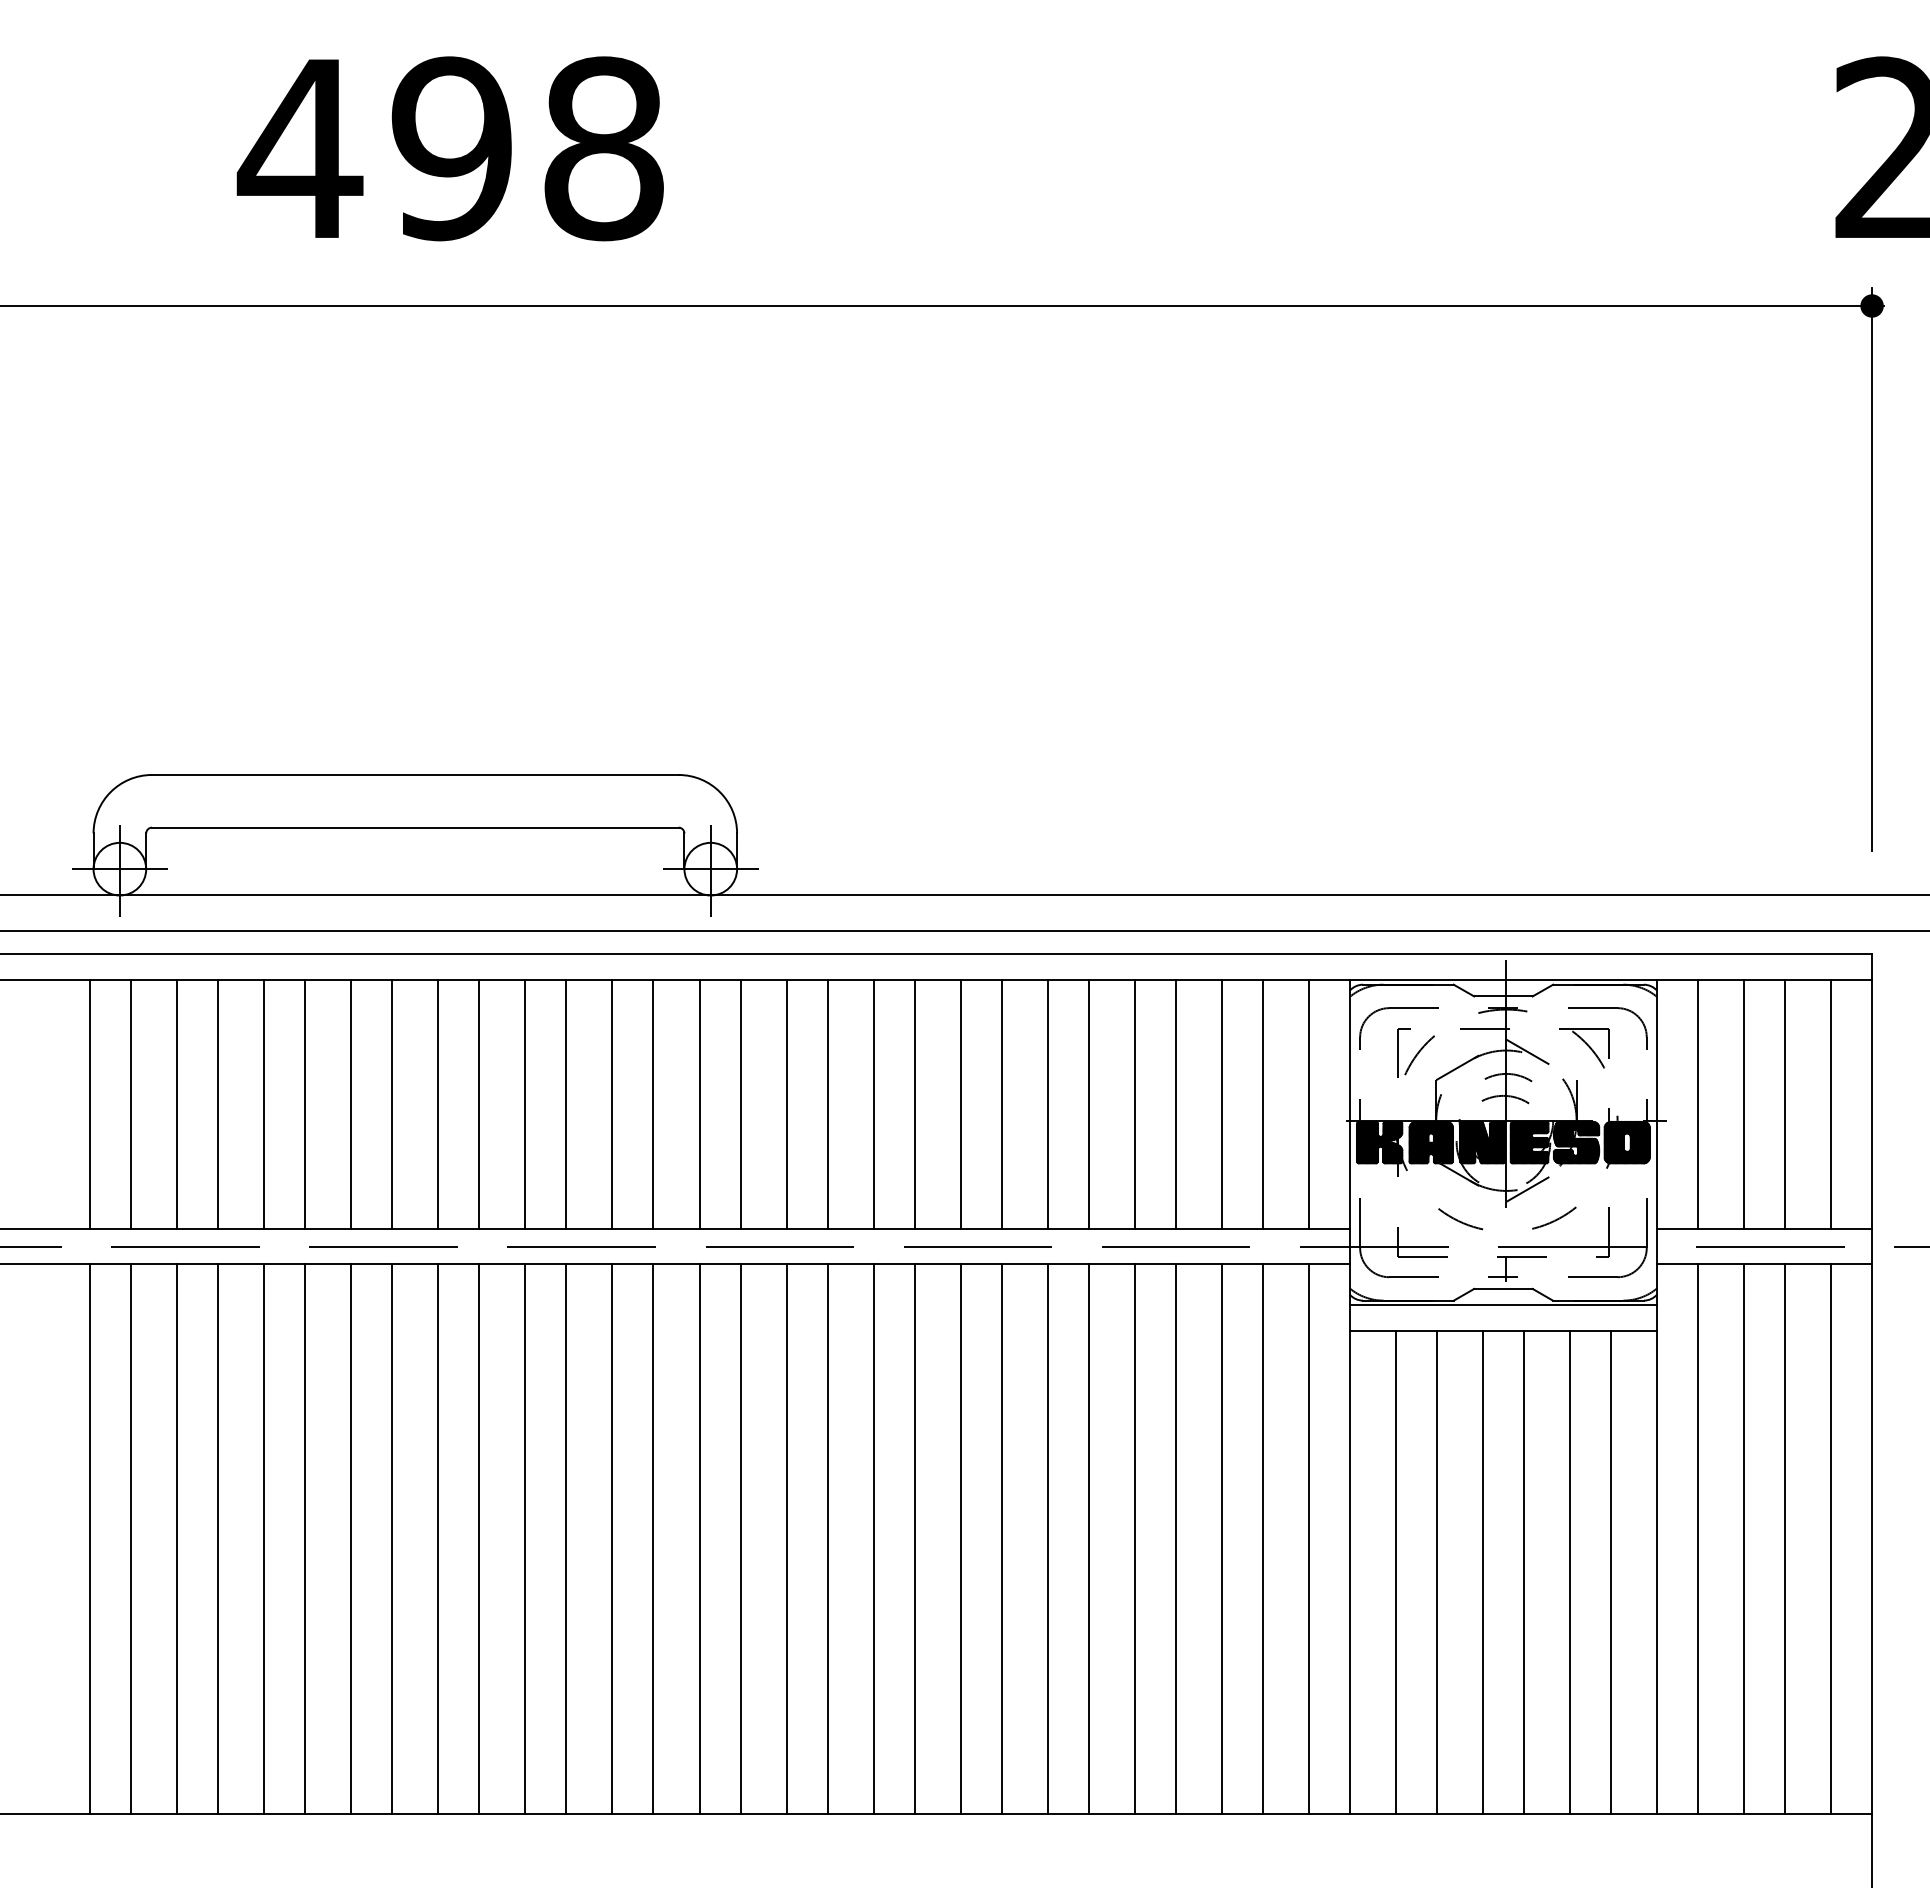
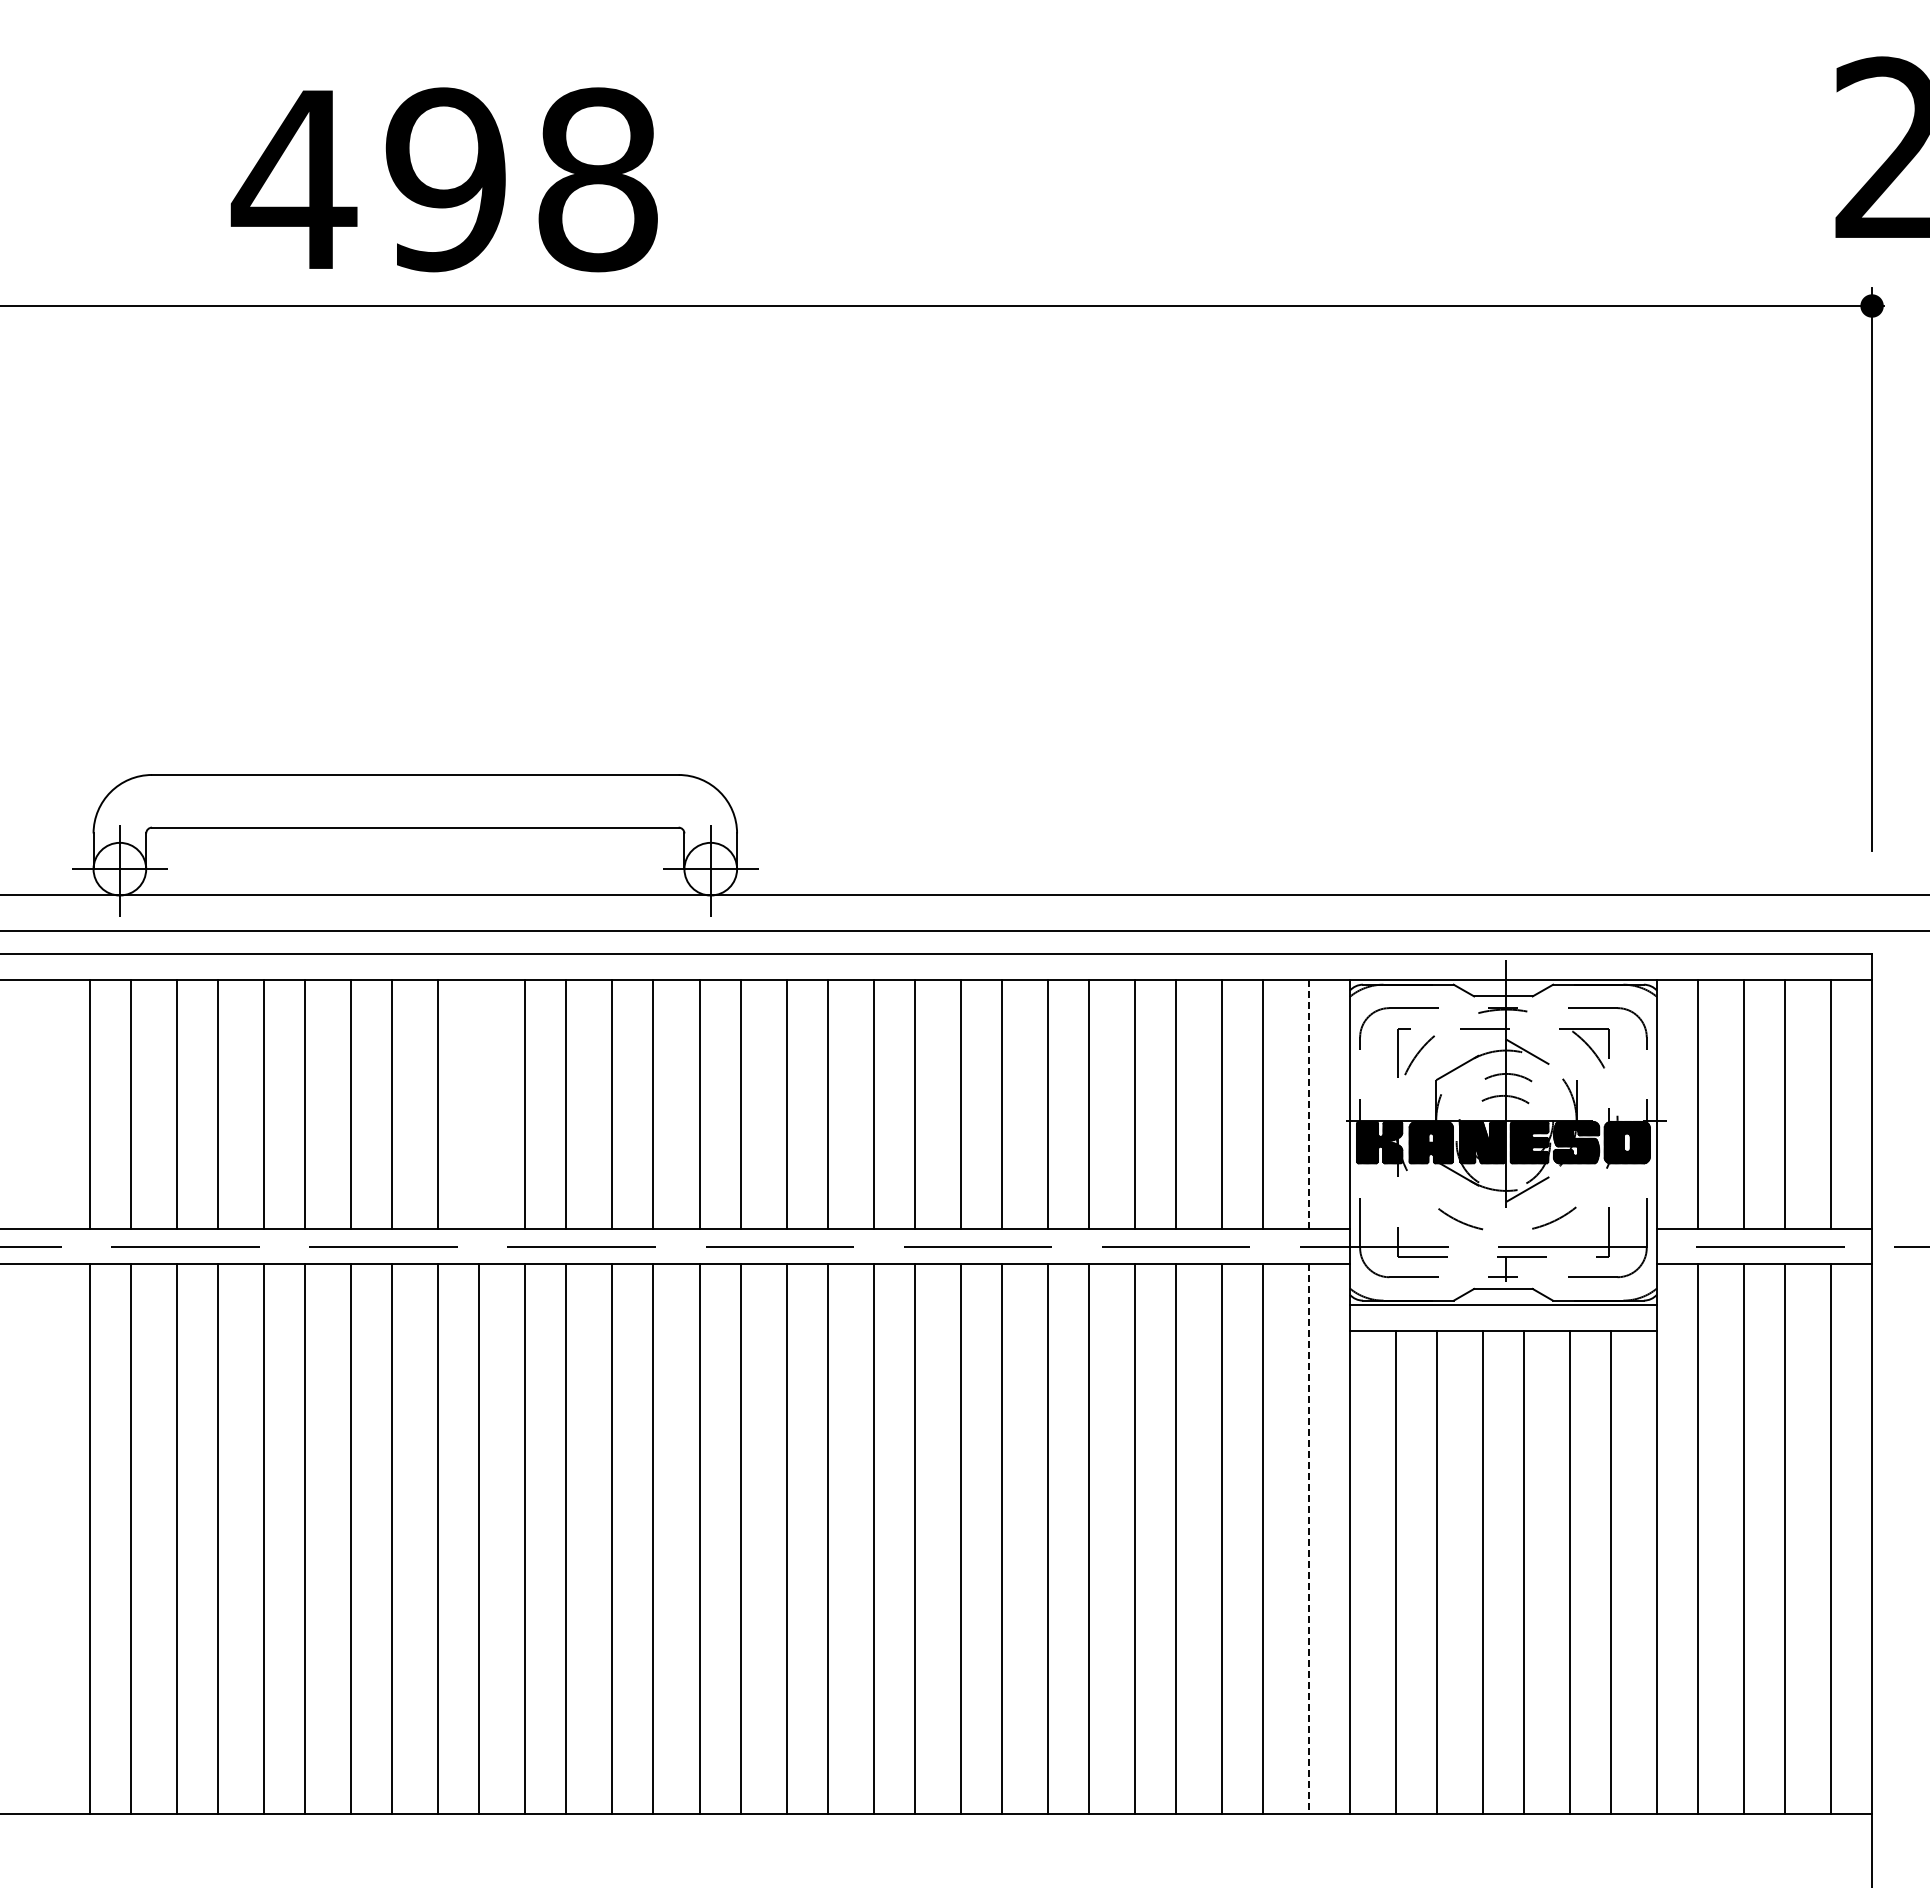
text at (449, 148) position: (449, 148) -> (443, 179)
line at (479, 1104): present -> none
line at (1308, 1105): solid -> dashed
line at (1308, 1539): solid -> dashed
